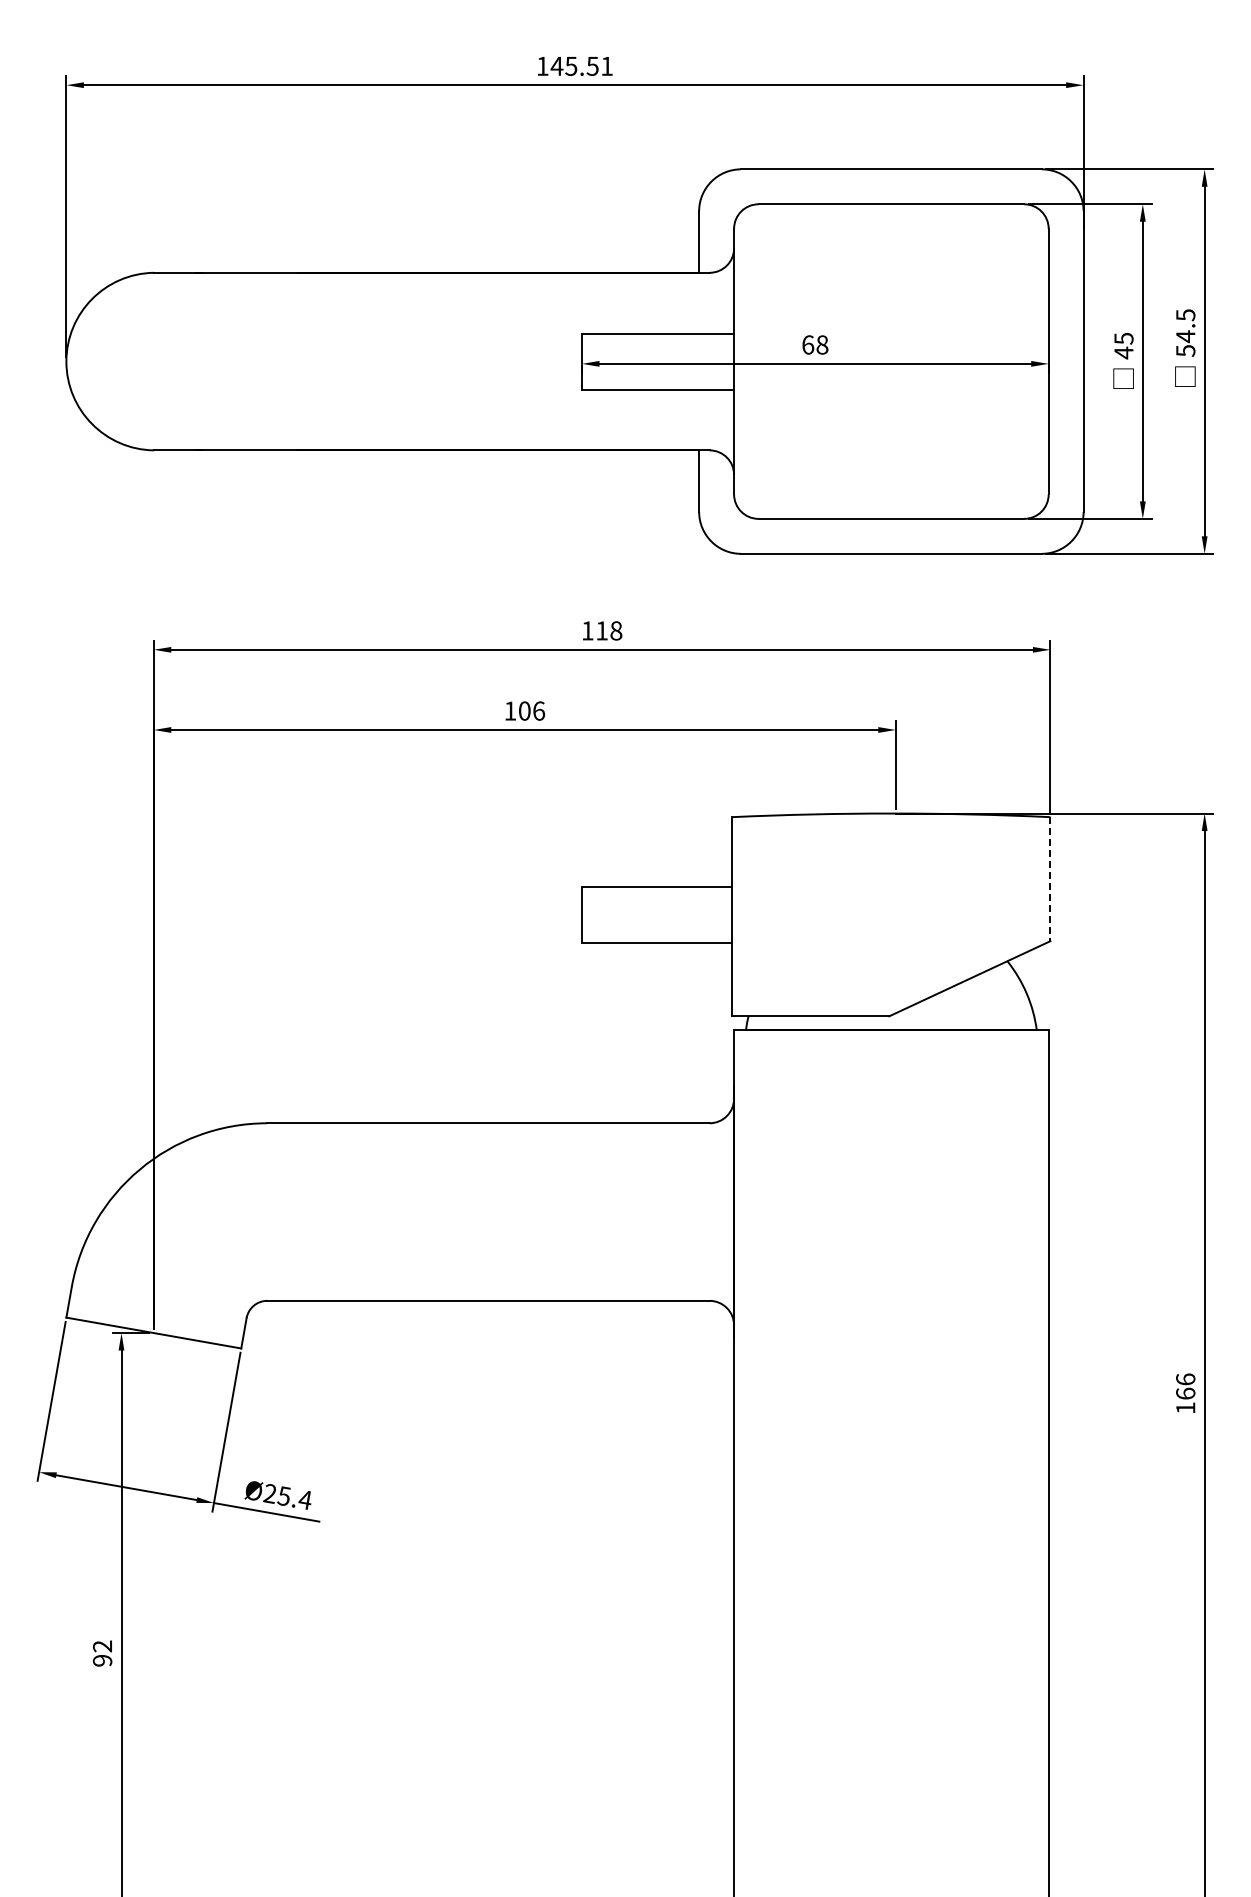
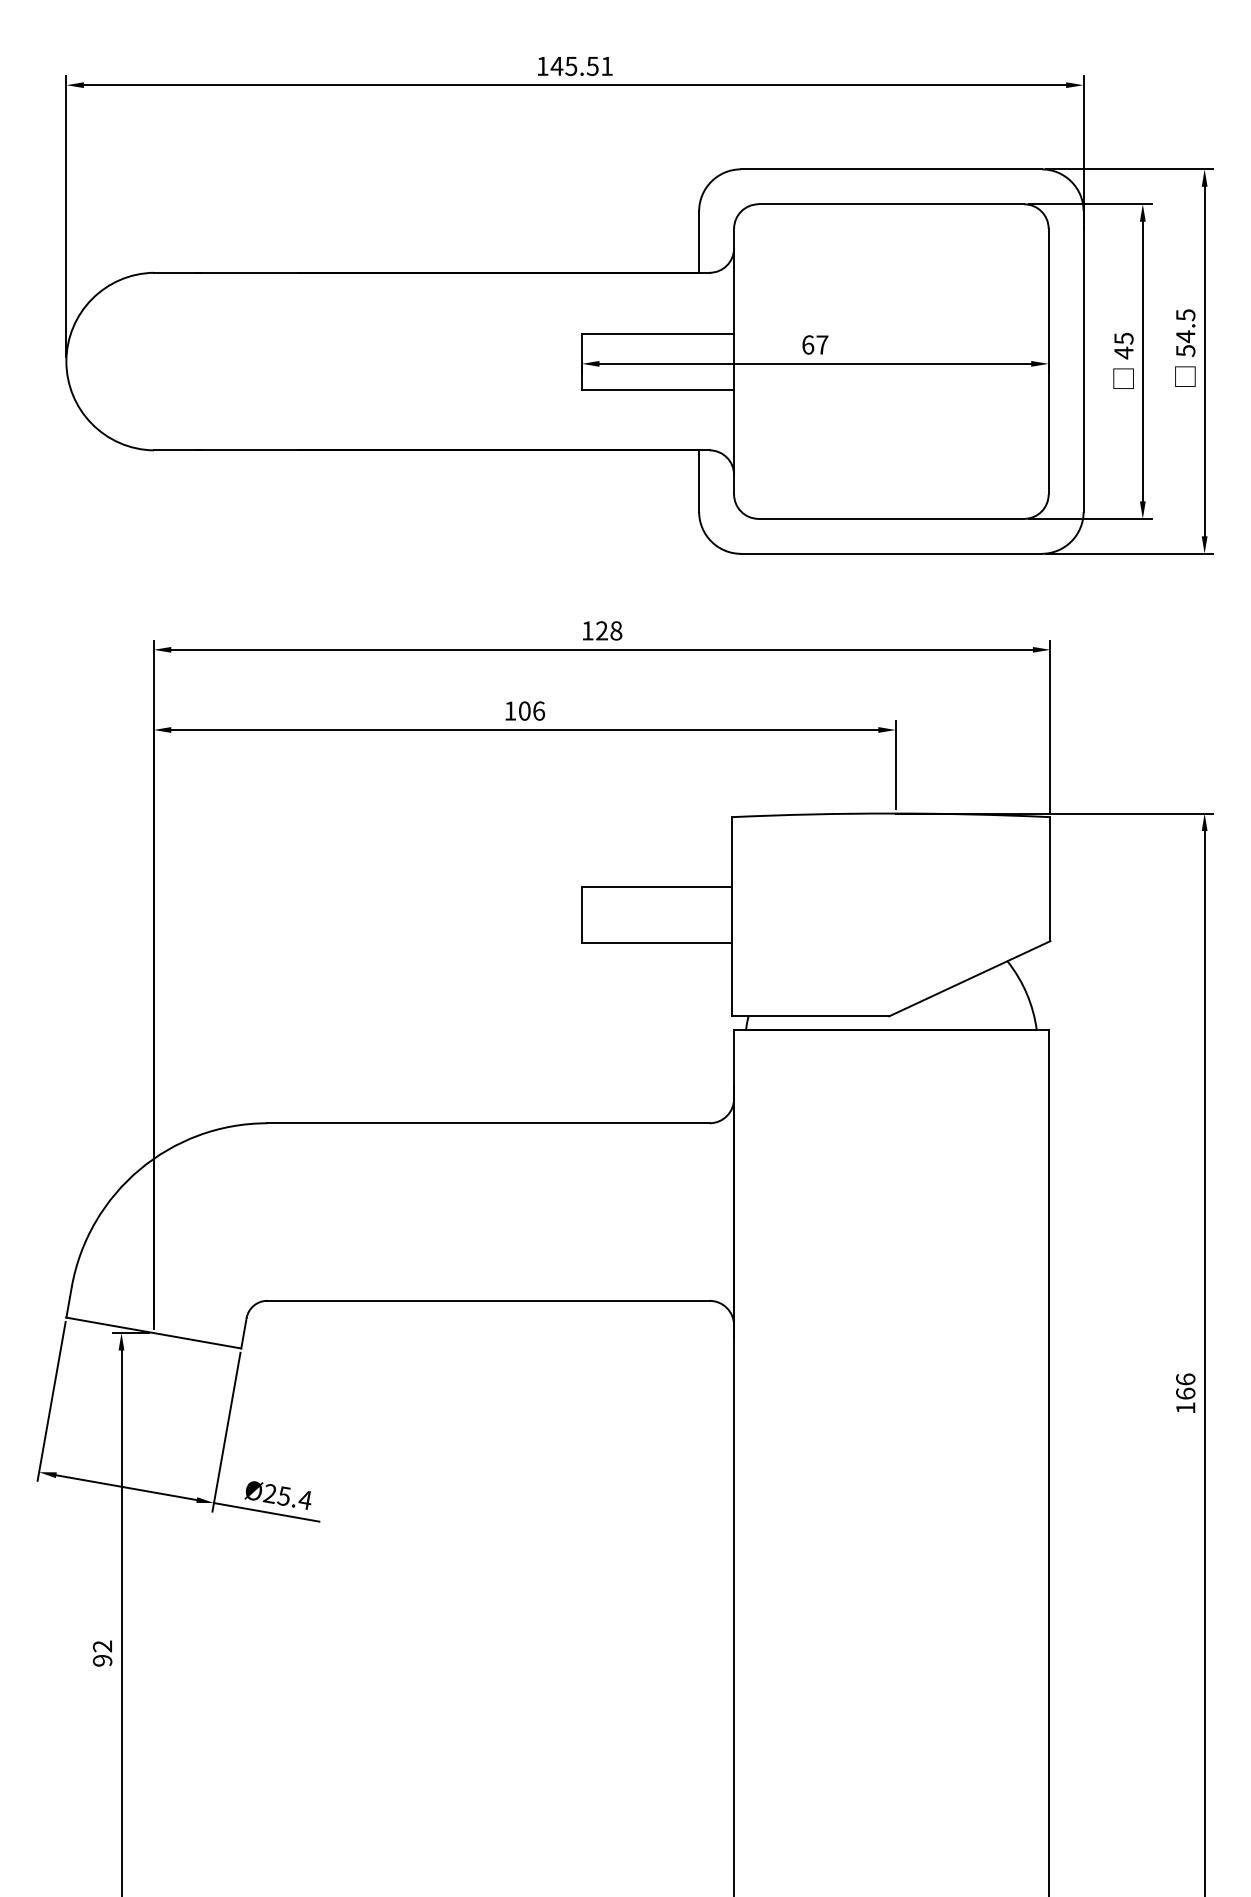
text at (822, 344): 68 -> 67
text at (601, 630): 118 -> 128
line at (1050, 879): dashed -> solid
